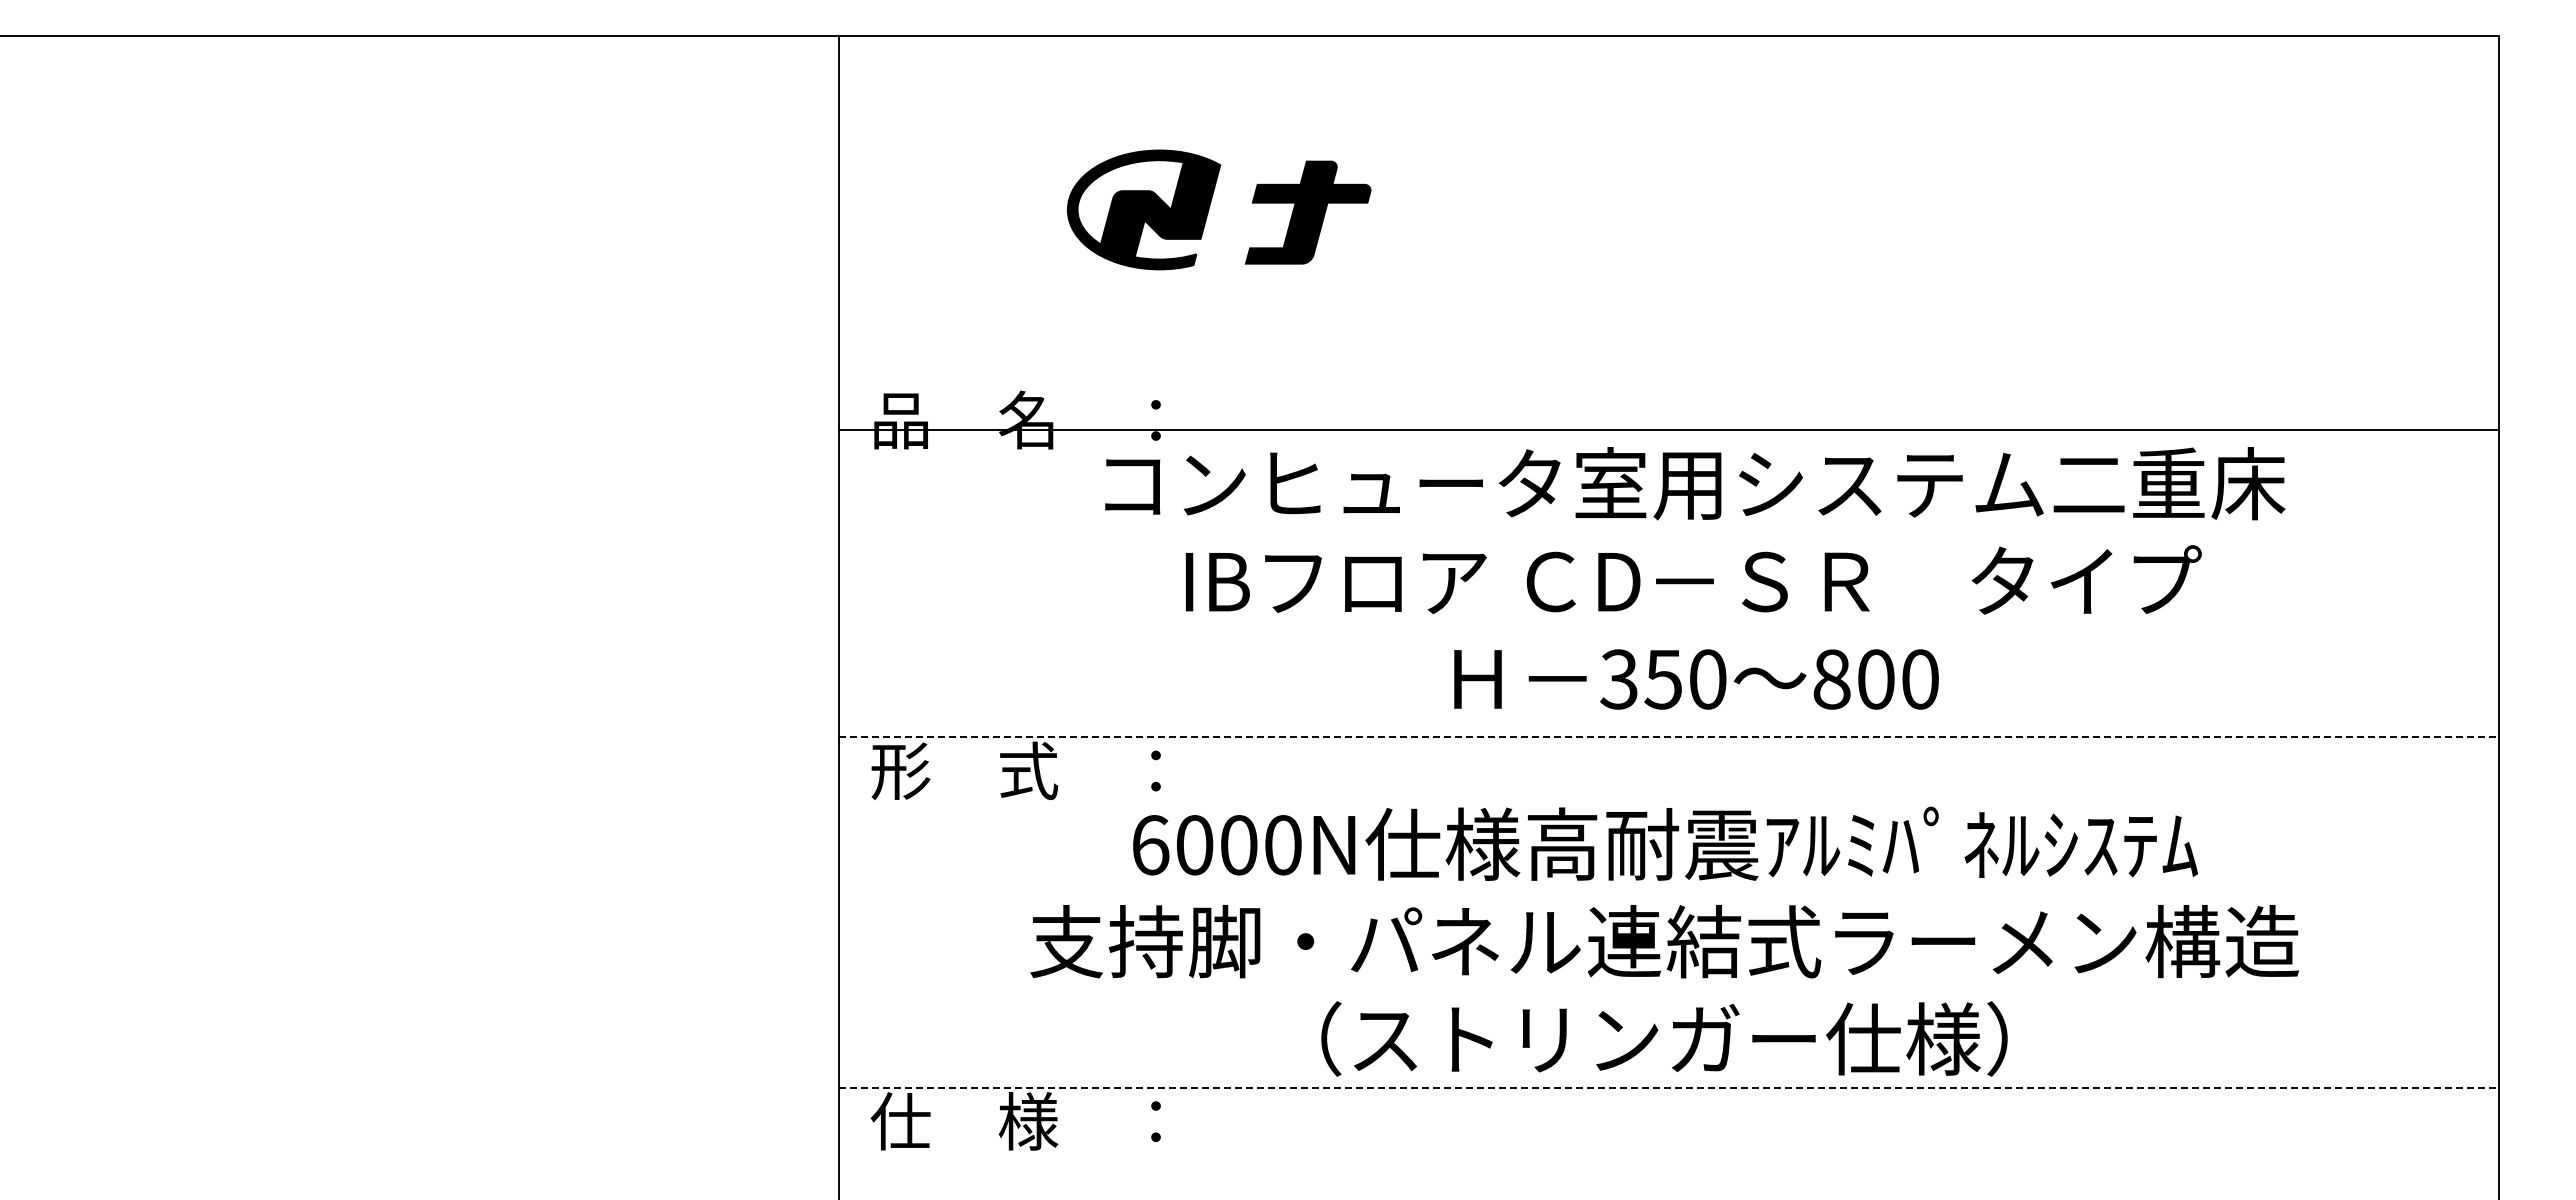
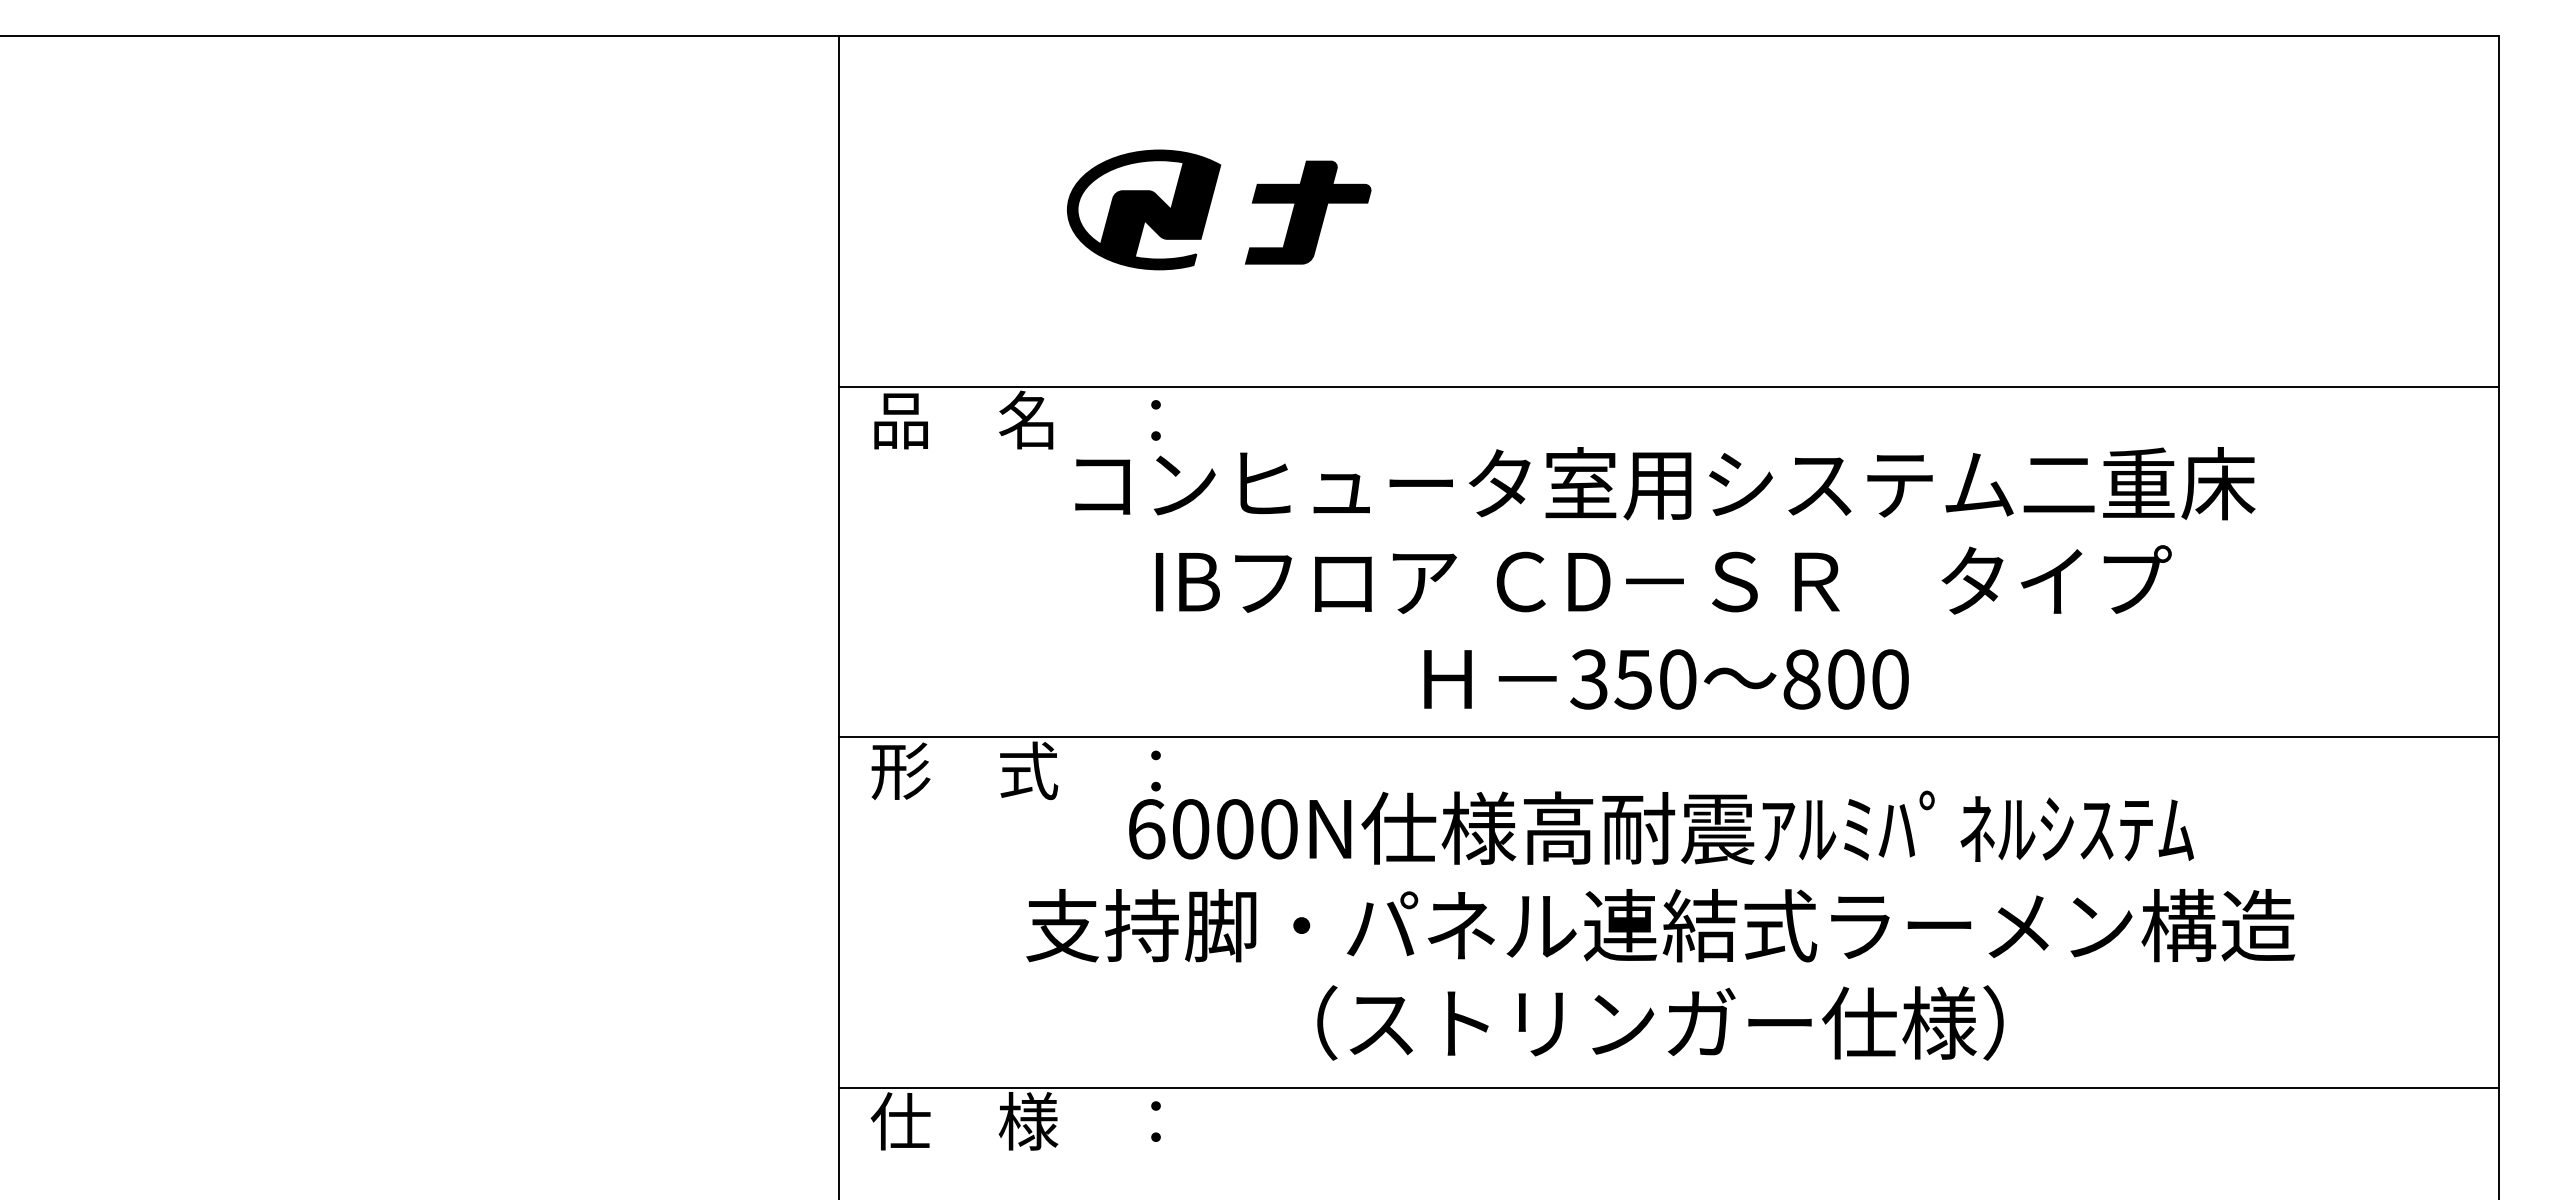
line at (1668, 429) position: (1668, 429) -> (1668, 386)
text at (1695, 578) position: (1695, 578) -> (1665, 578)
line at (1668, 737): dashed -> solid
text at (1664, 941) position: (1664, 941) -> (1660, 925)
line at (1668, 1087): dashed -> solid
